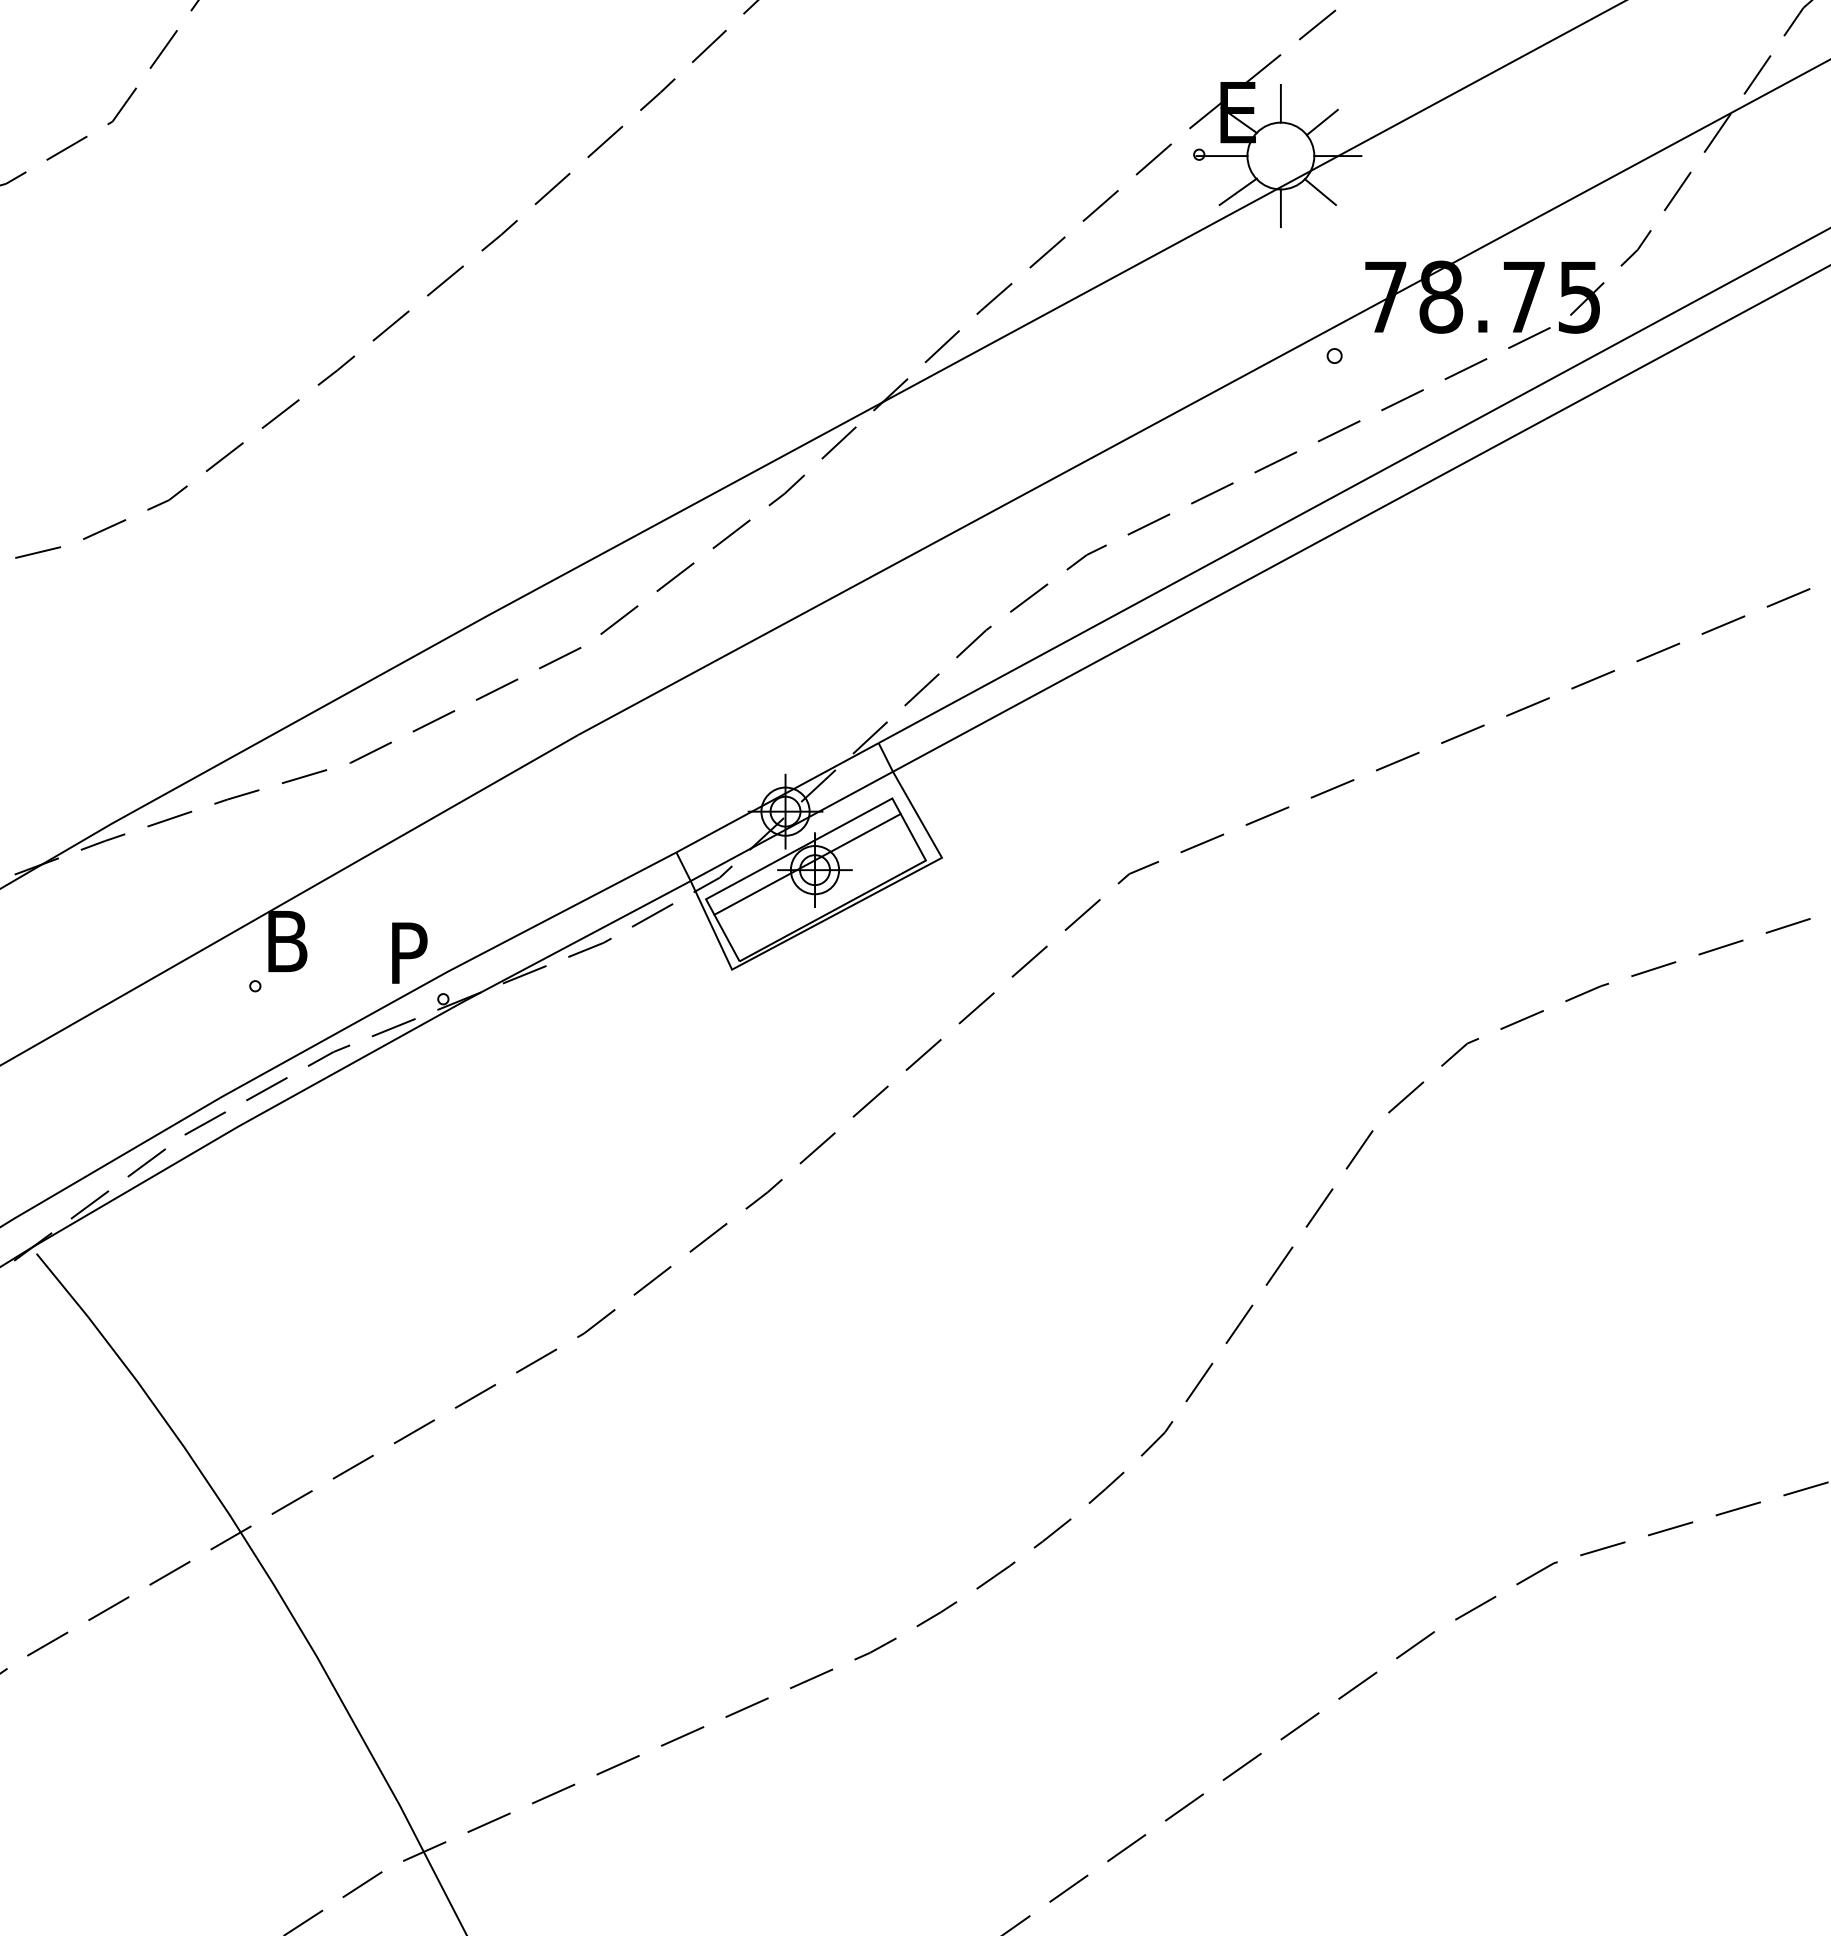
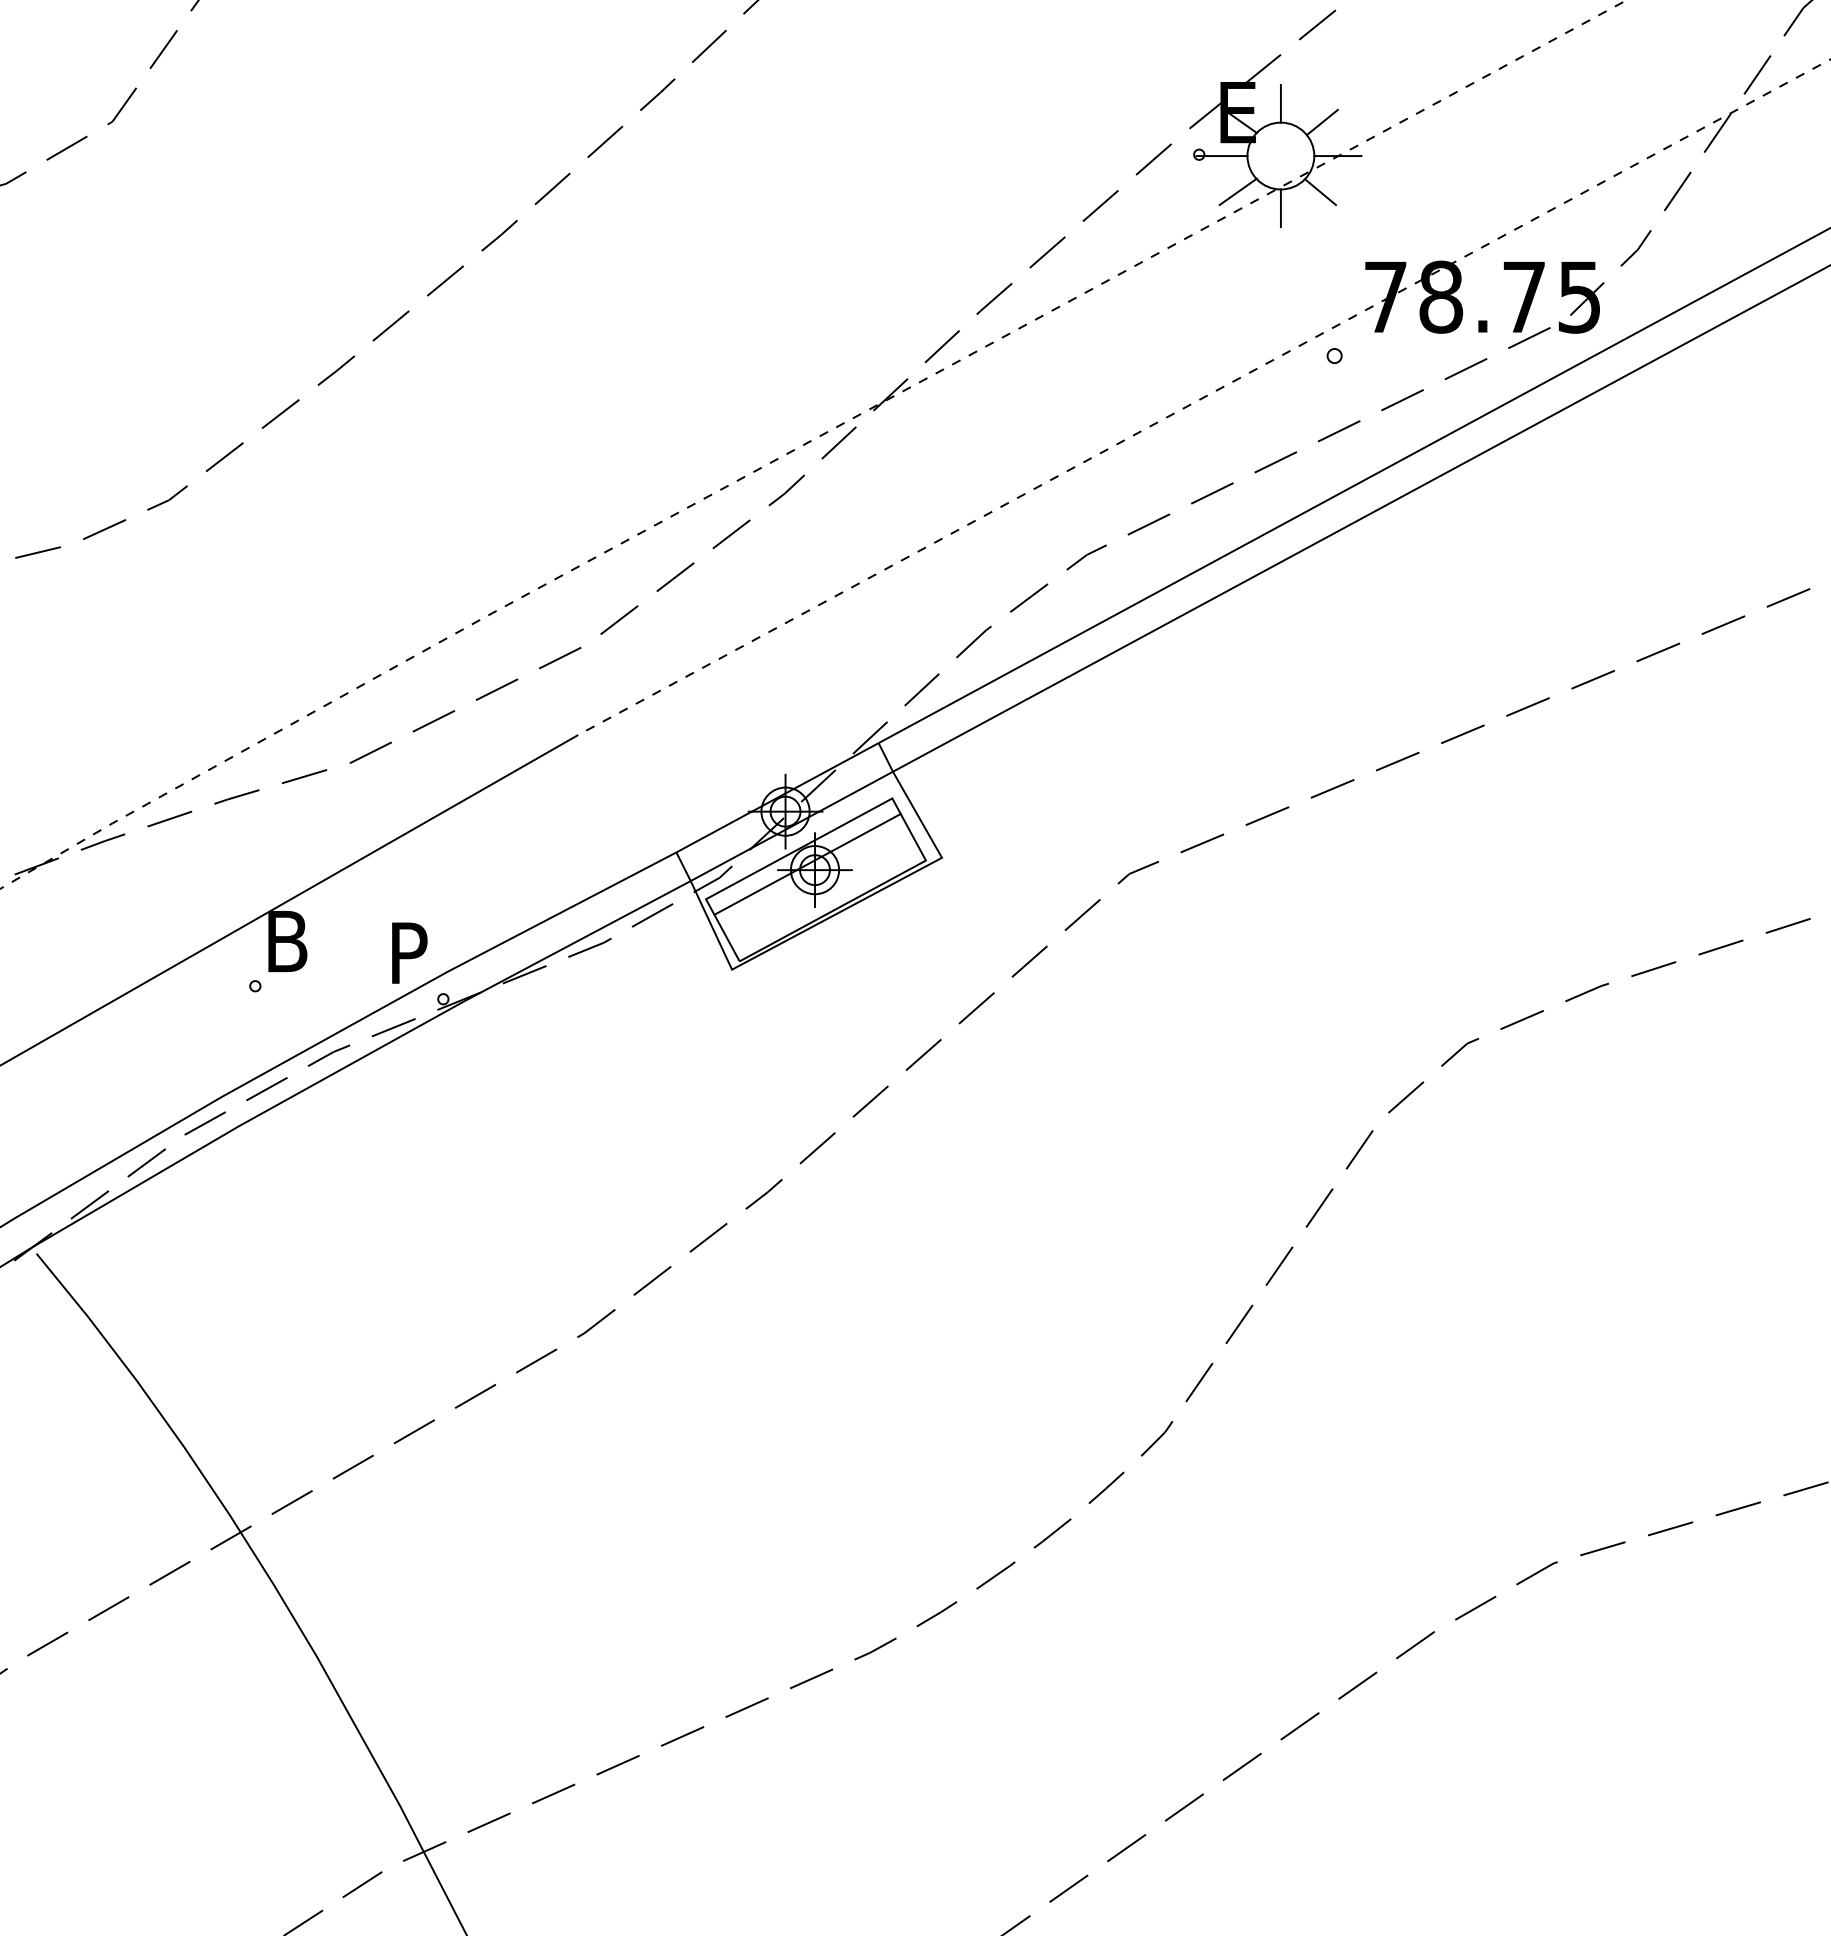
line at (1203, 397): solid -> dashed
line at (810, 441): solid -> dashed
